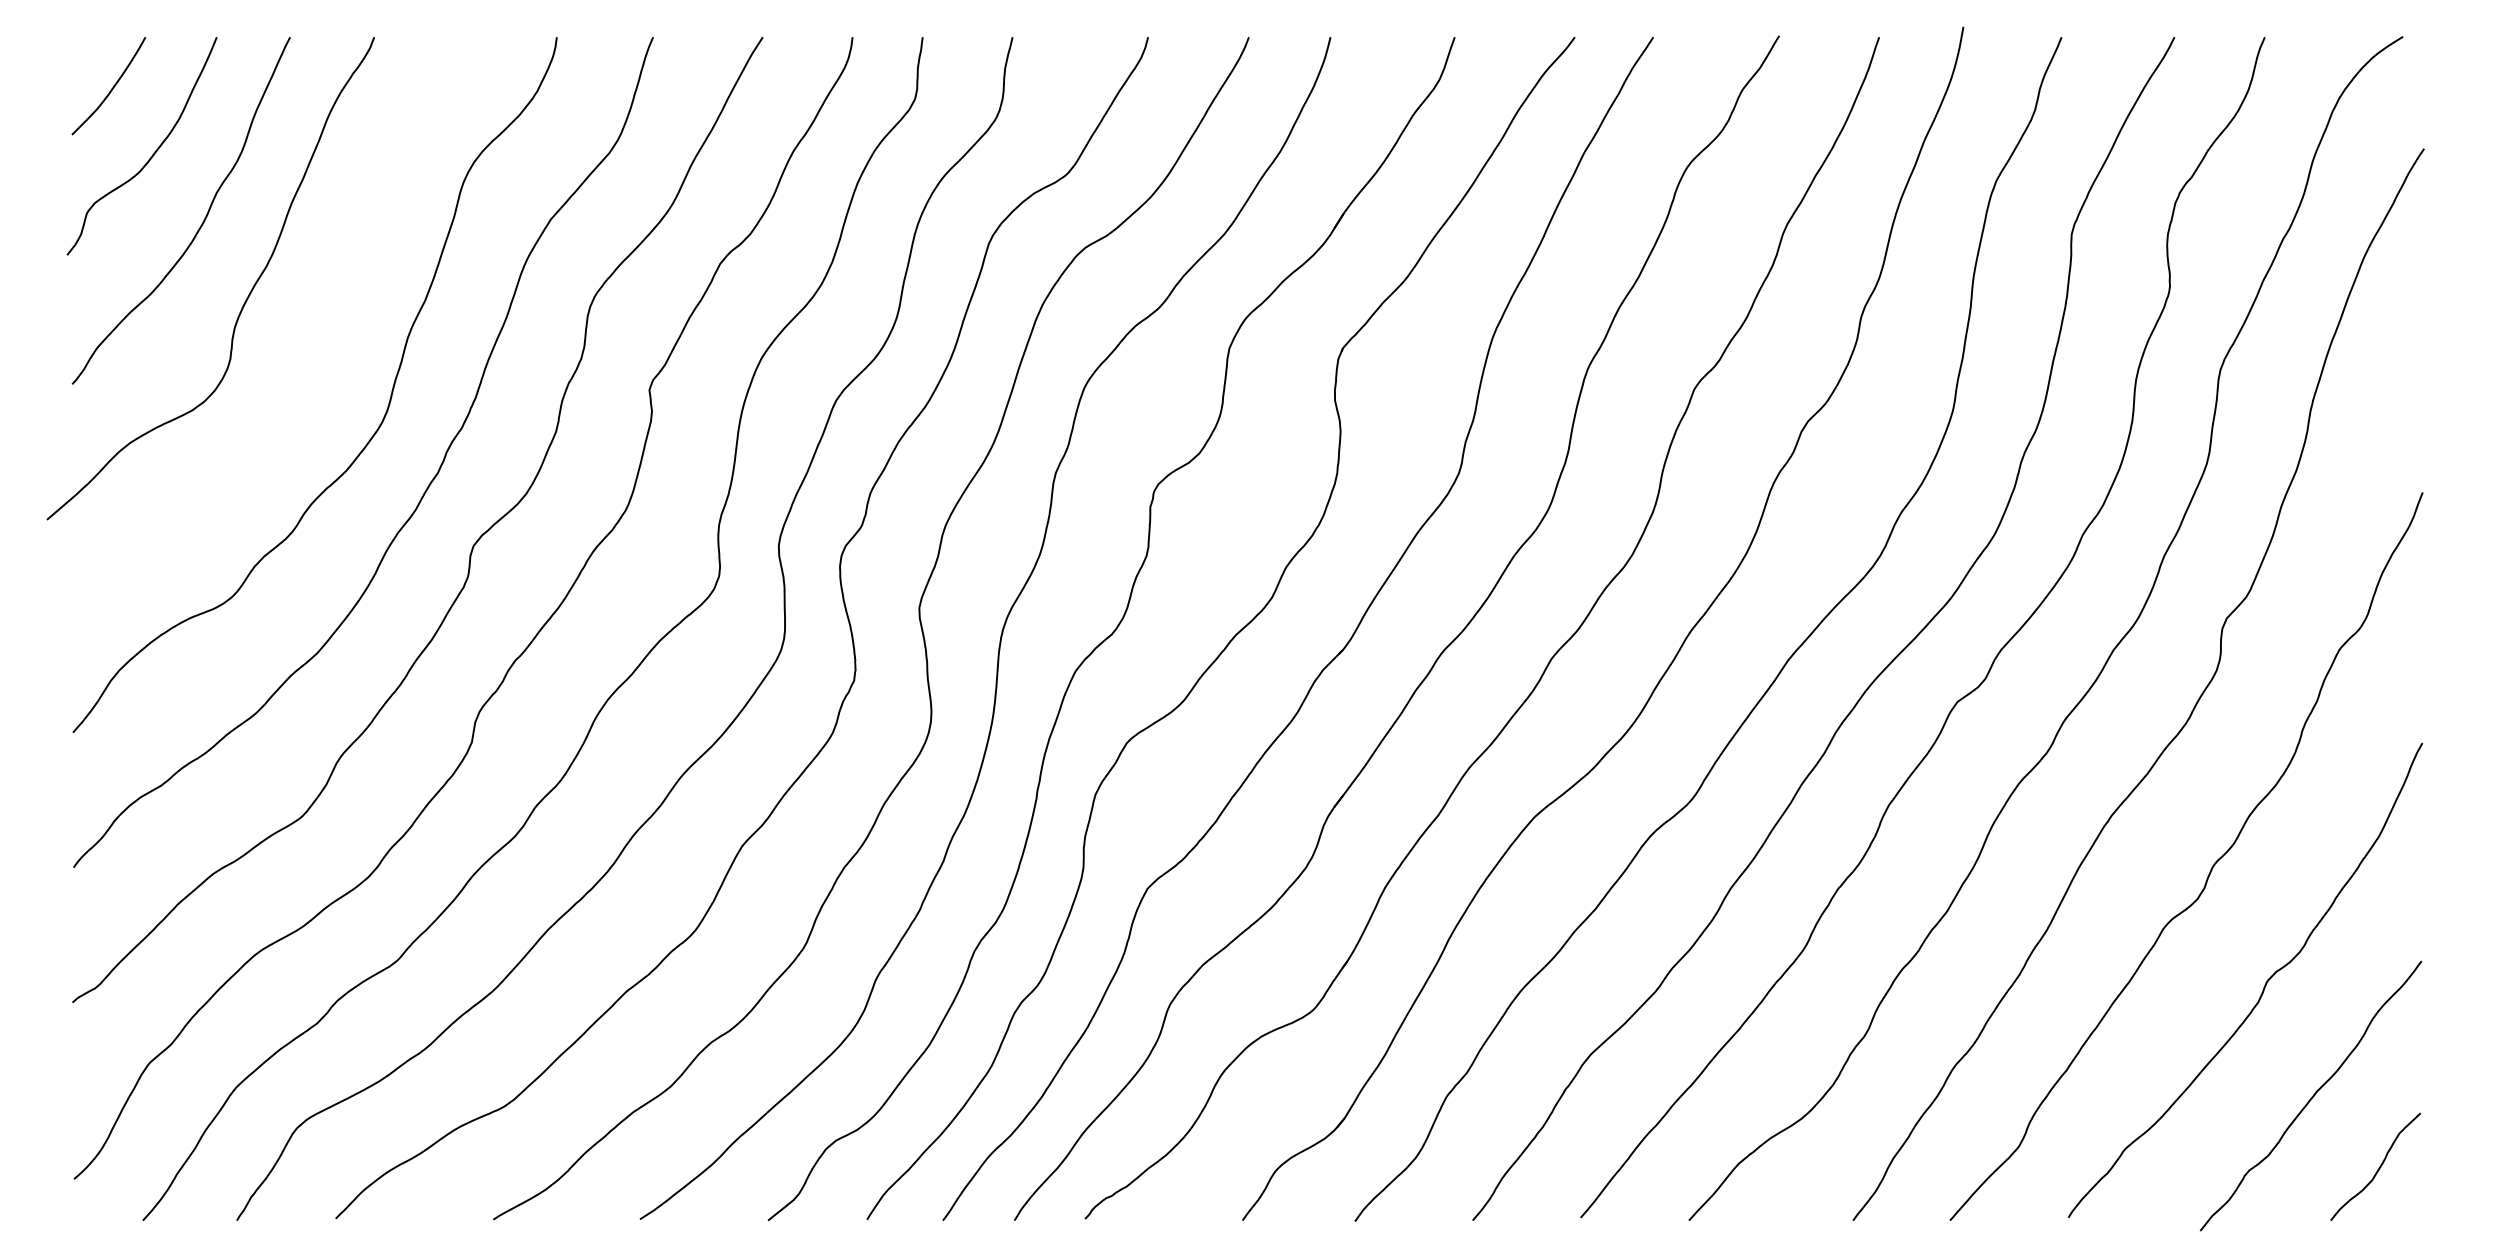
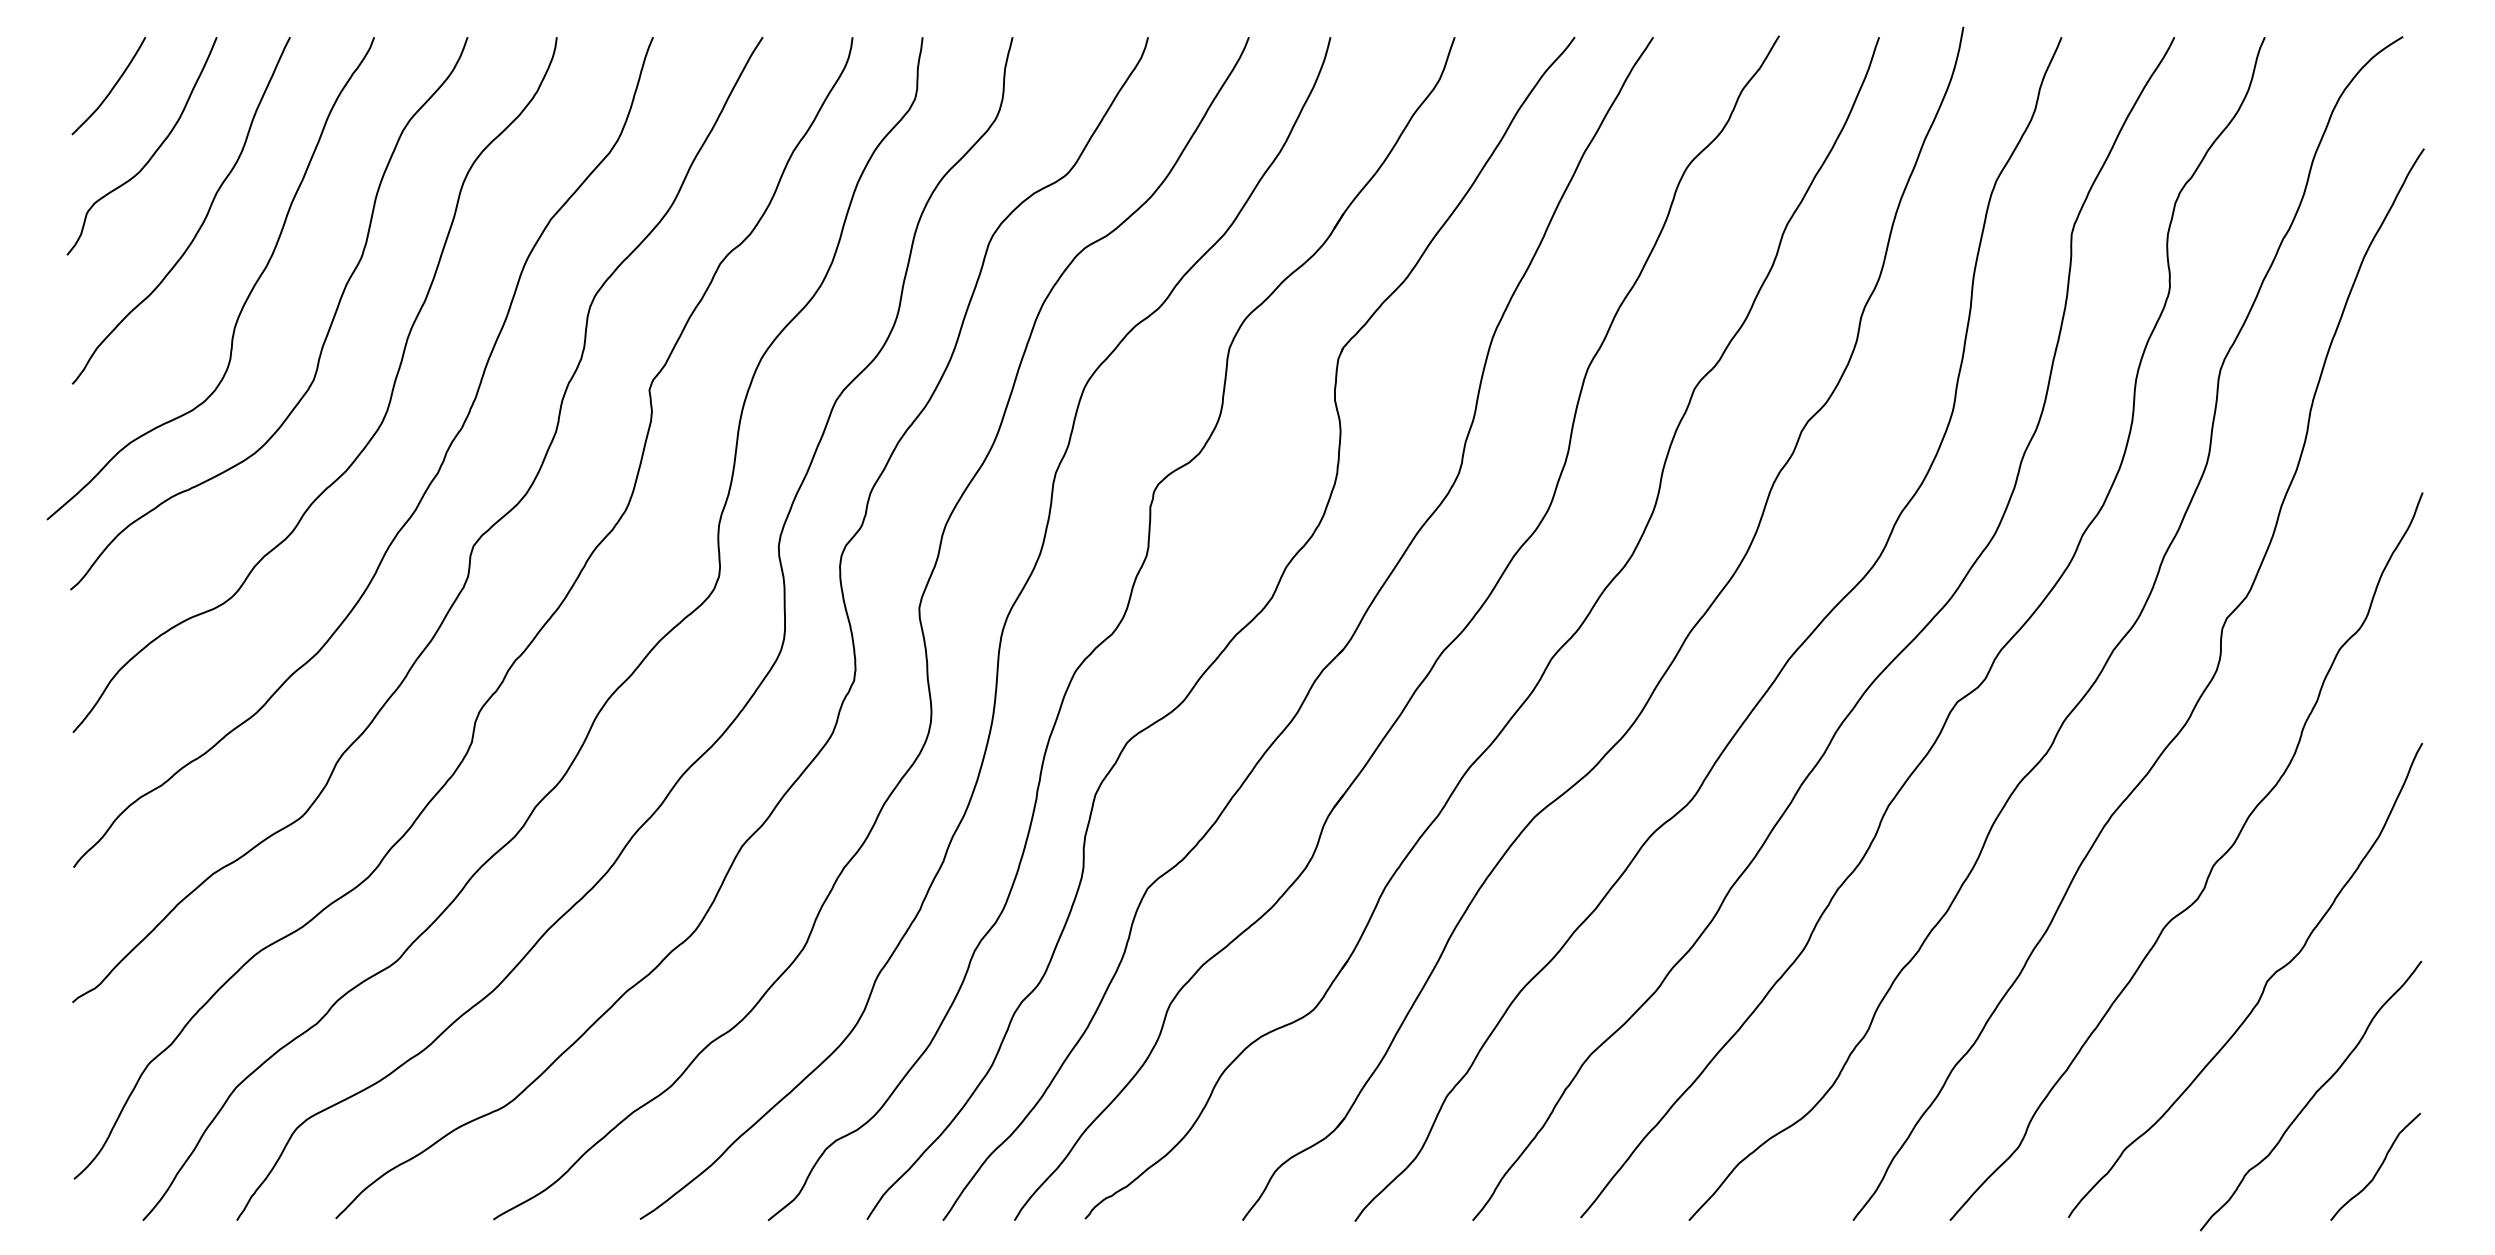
curve at (325, 336): none -> present
